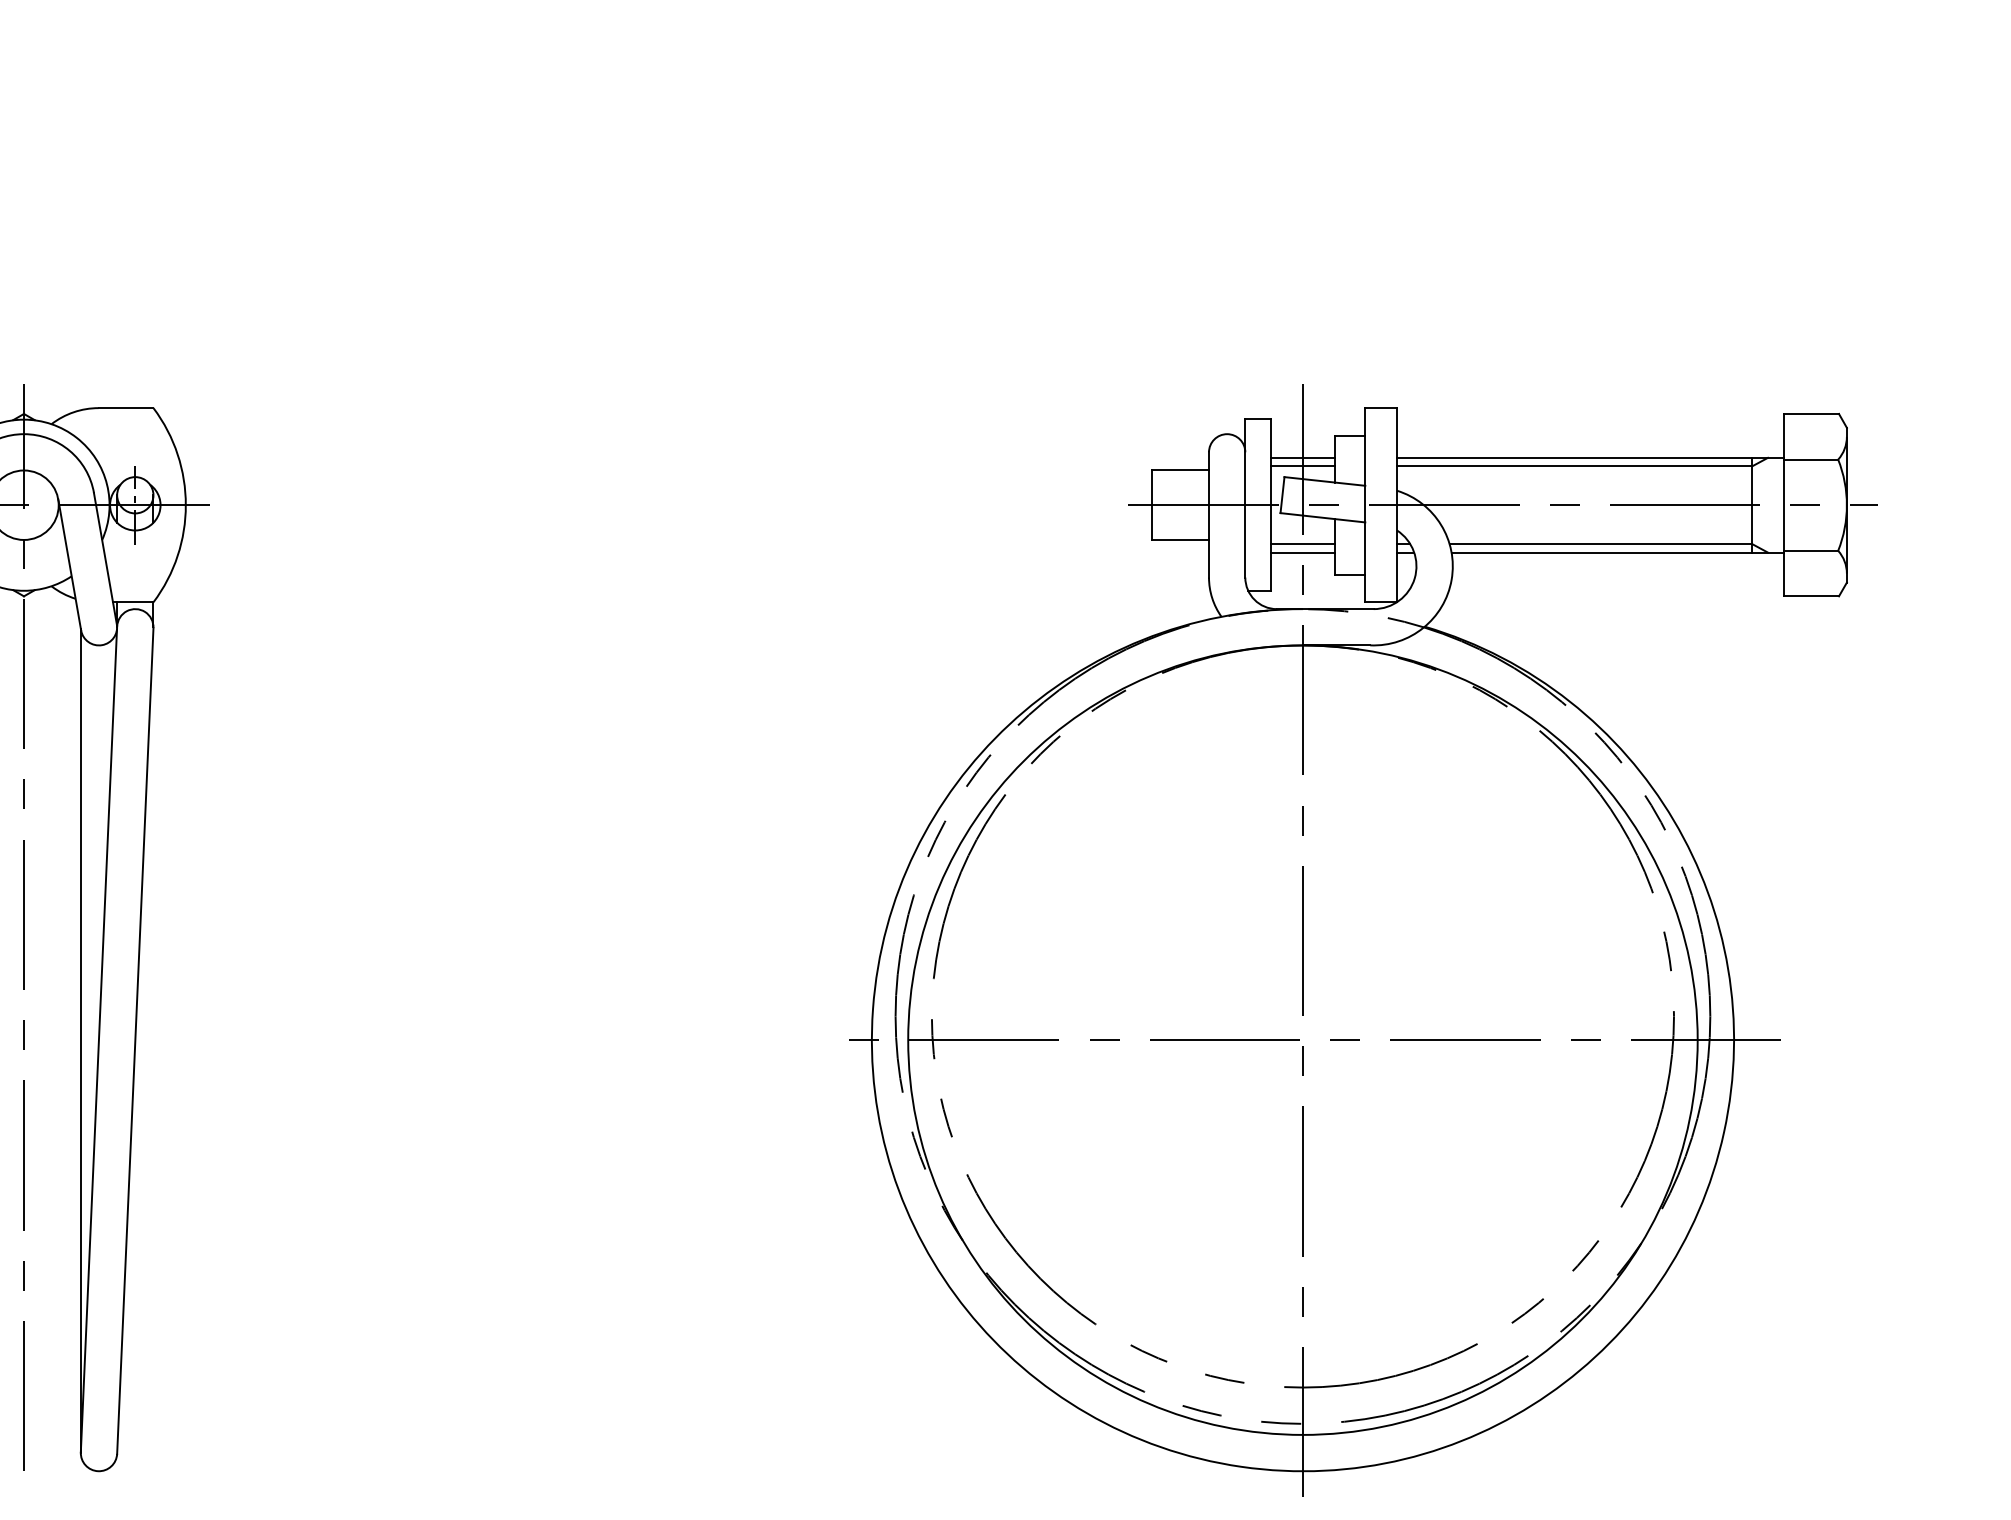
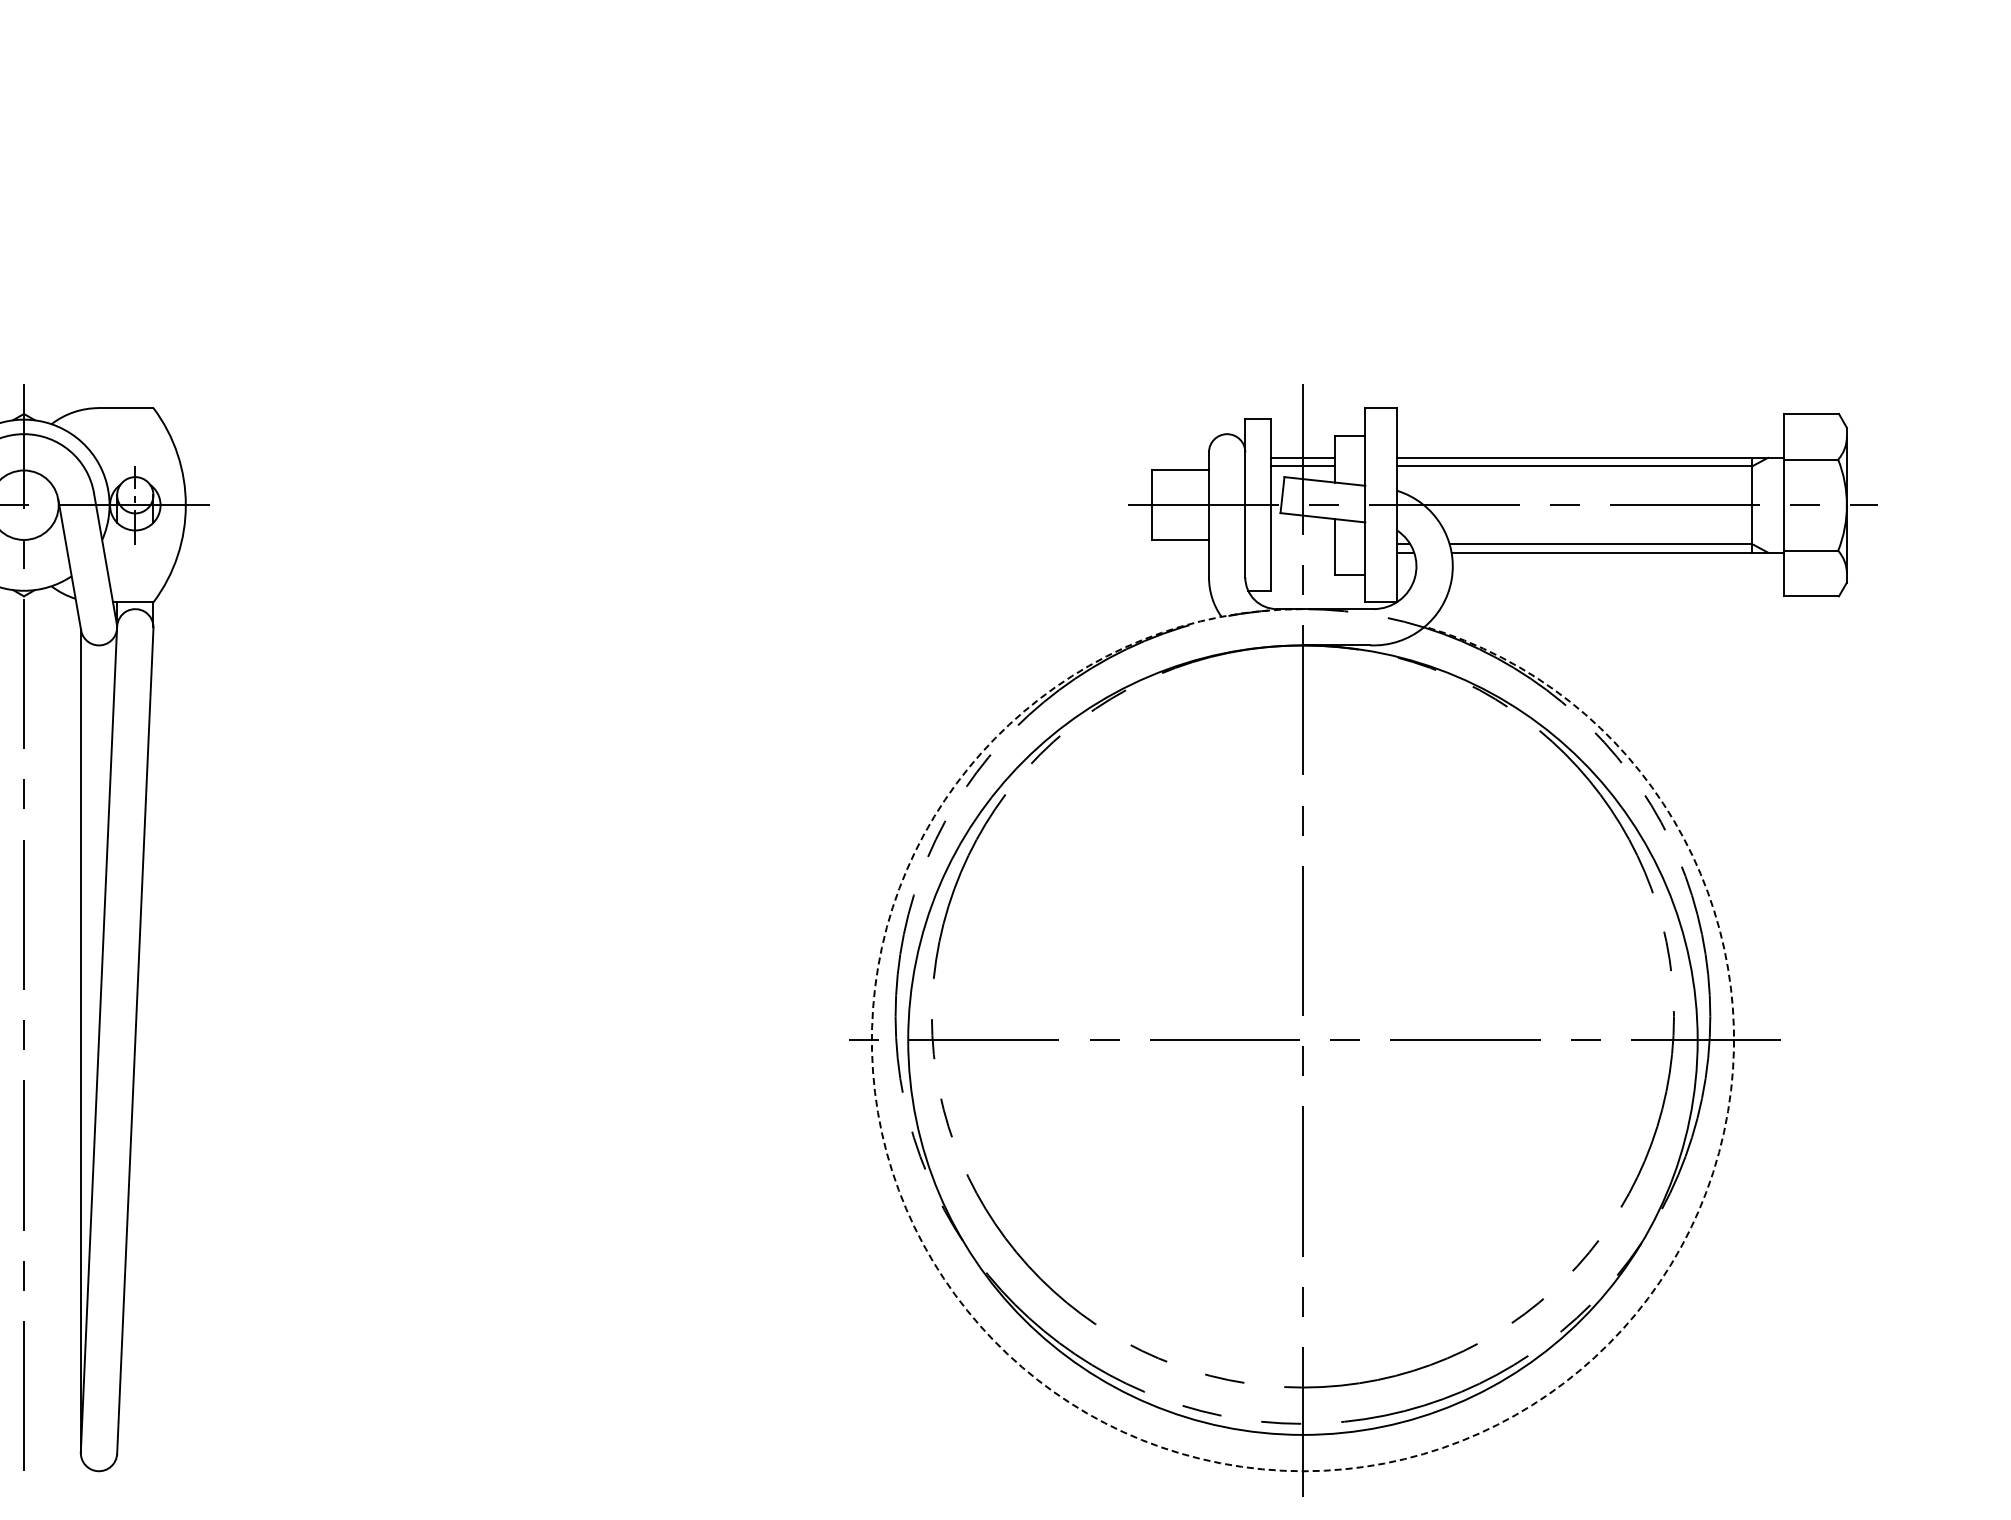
line at (1302, 544): present -> none
line at (1302, 552): present -> none
arc at (1241, 1466): solid -> dashed
